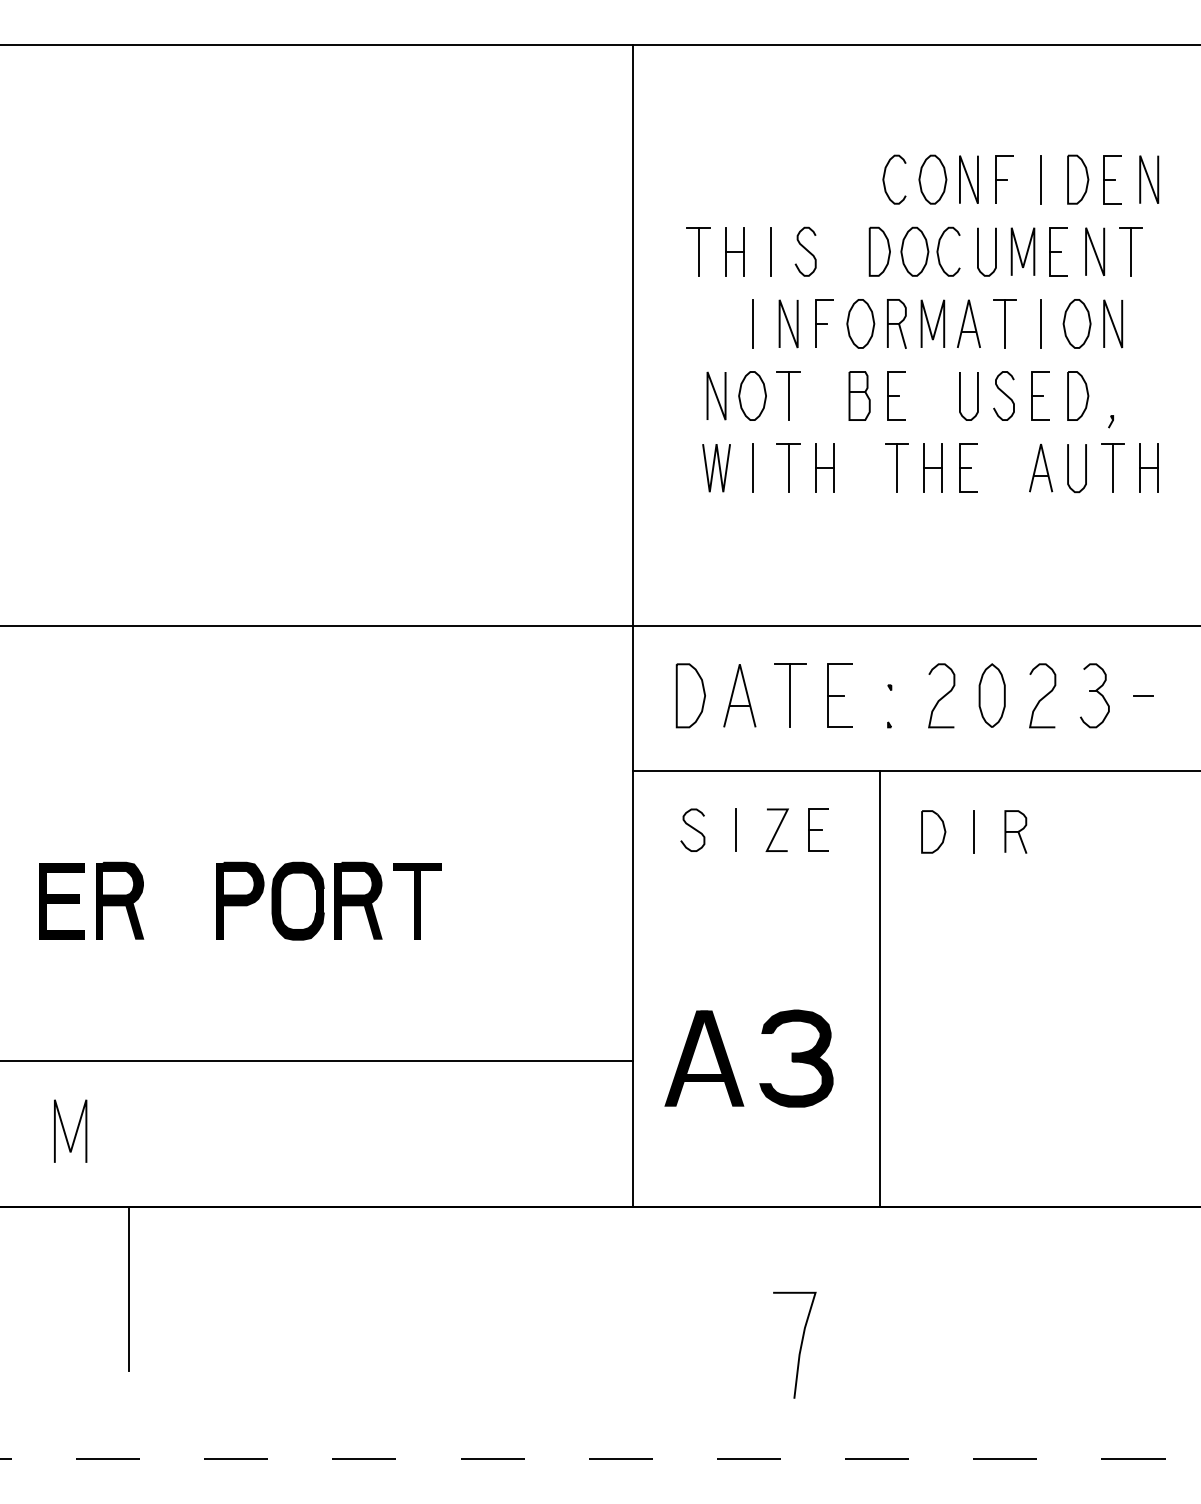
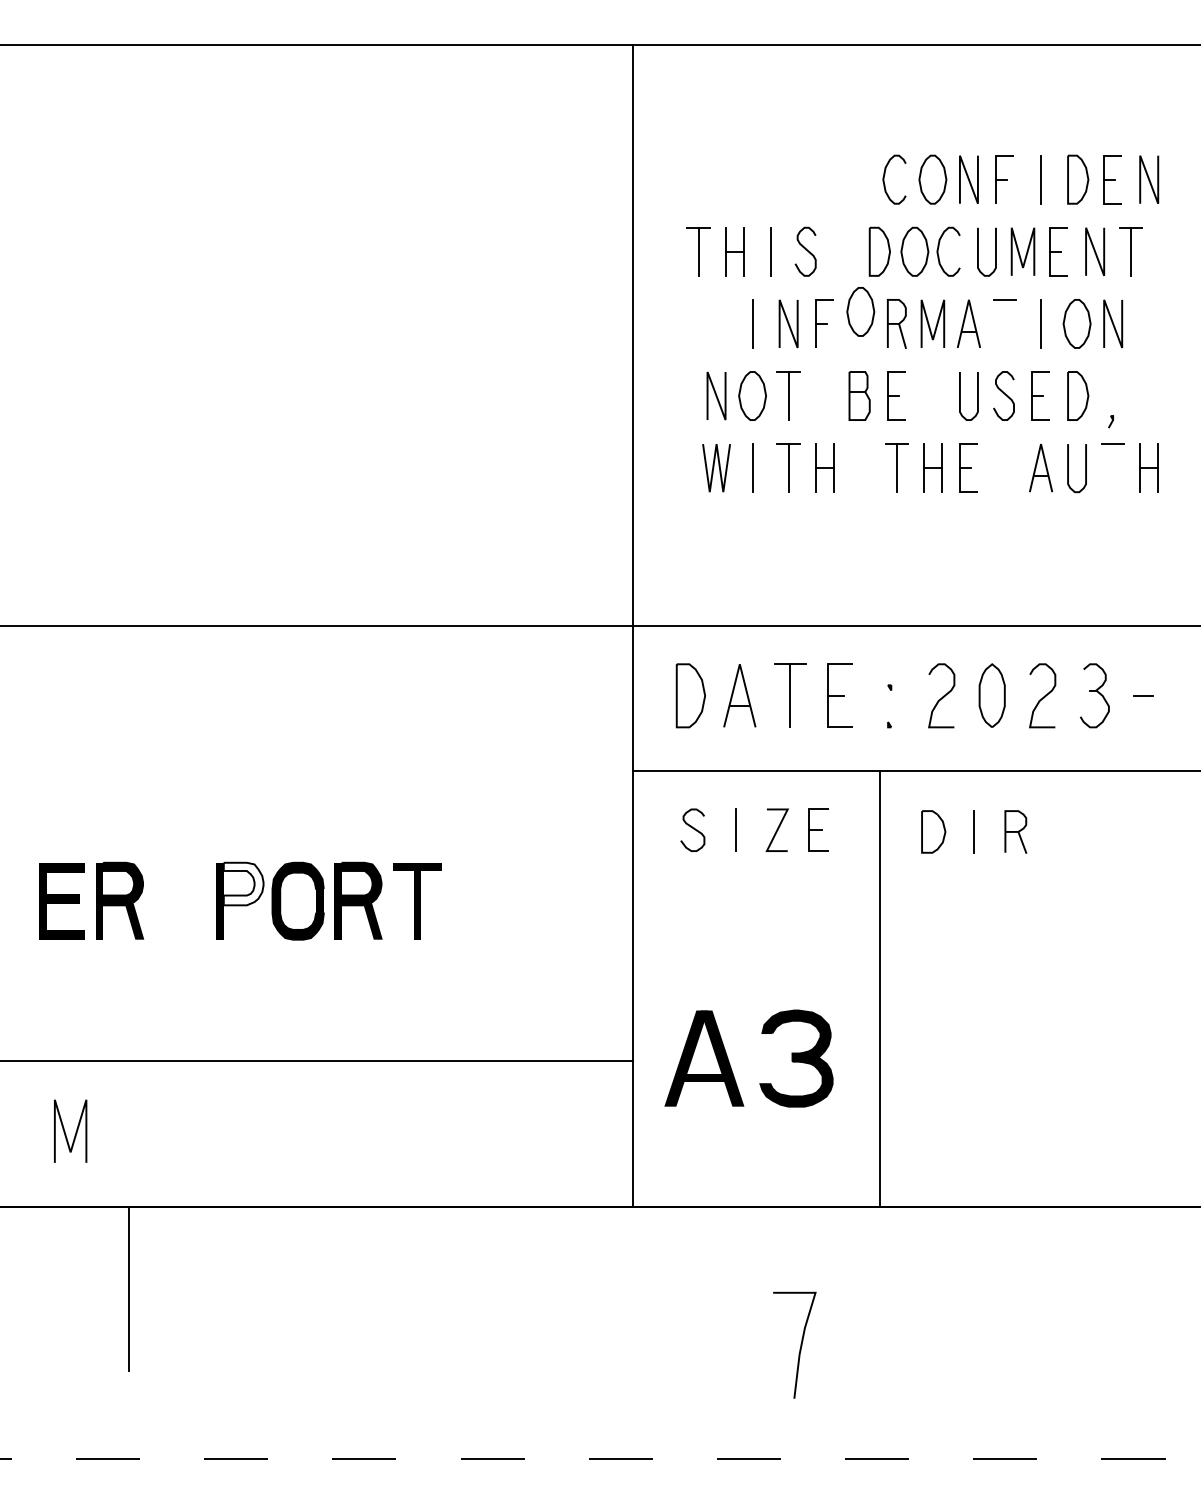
part at (860, 323) position: (860, 323) -> (860, 311)
line at (1005, 323): present -> none
line at (1113, 468): present -> none
fill at (243, 883): present -> none
